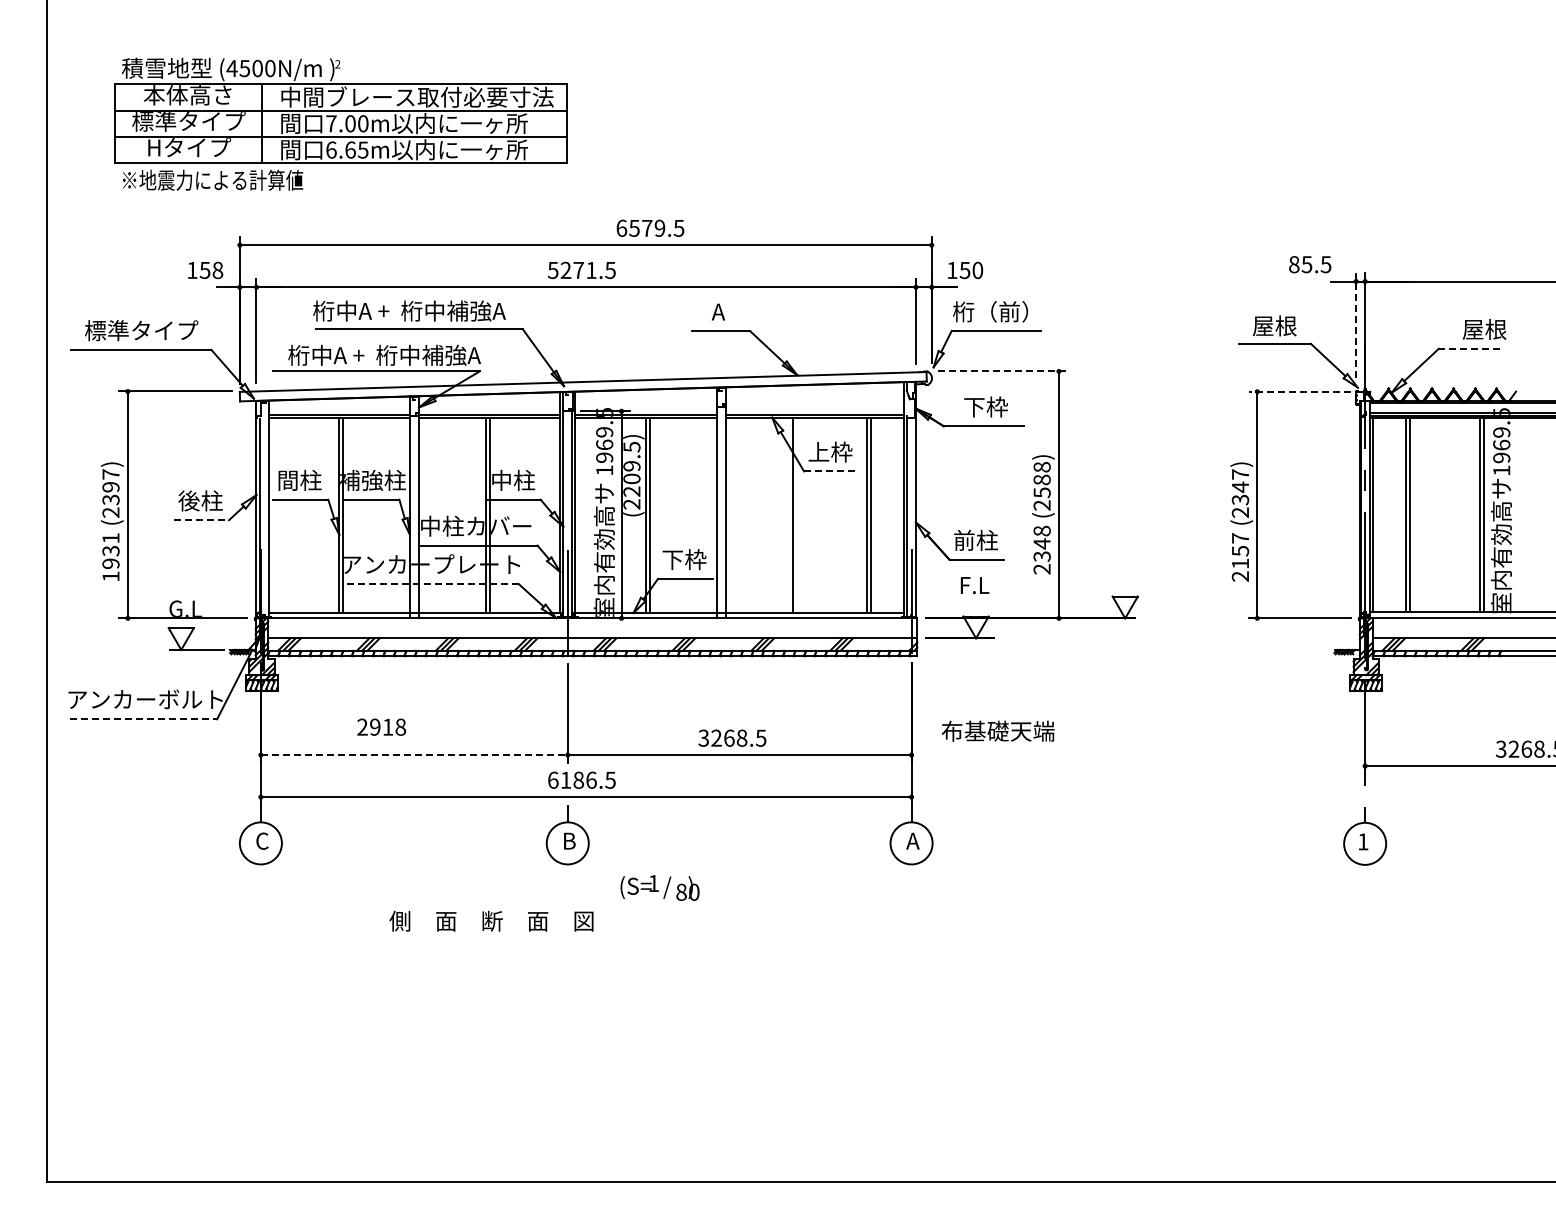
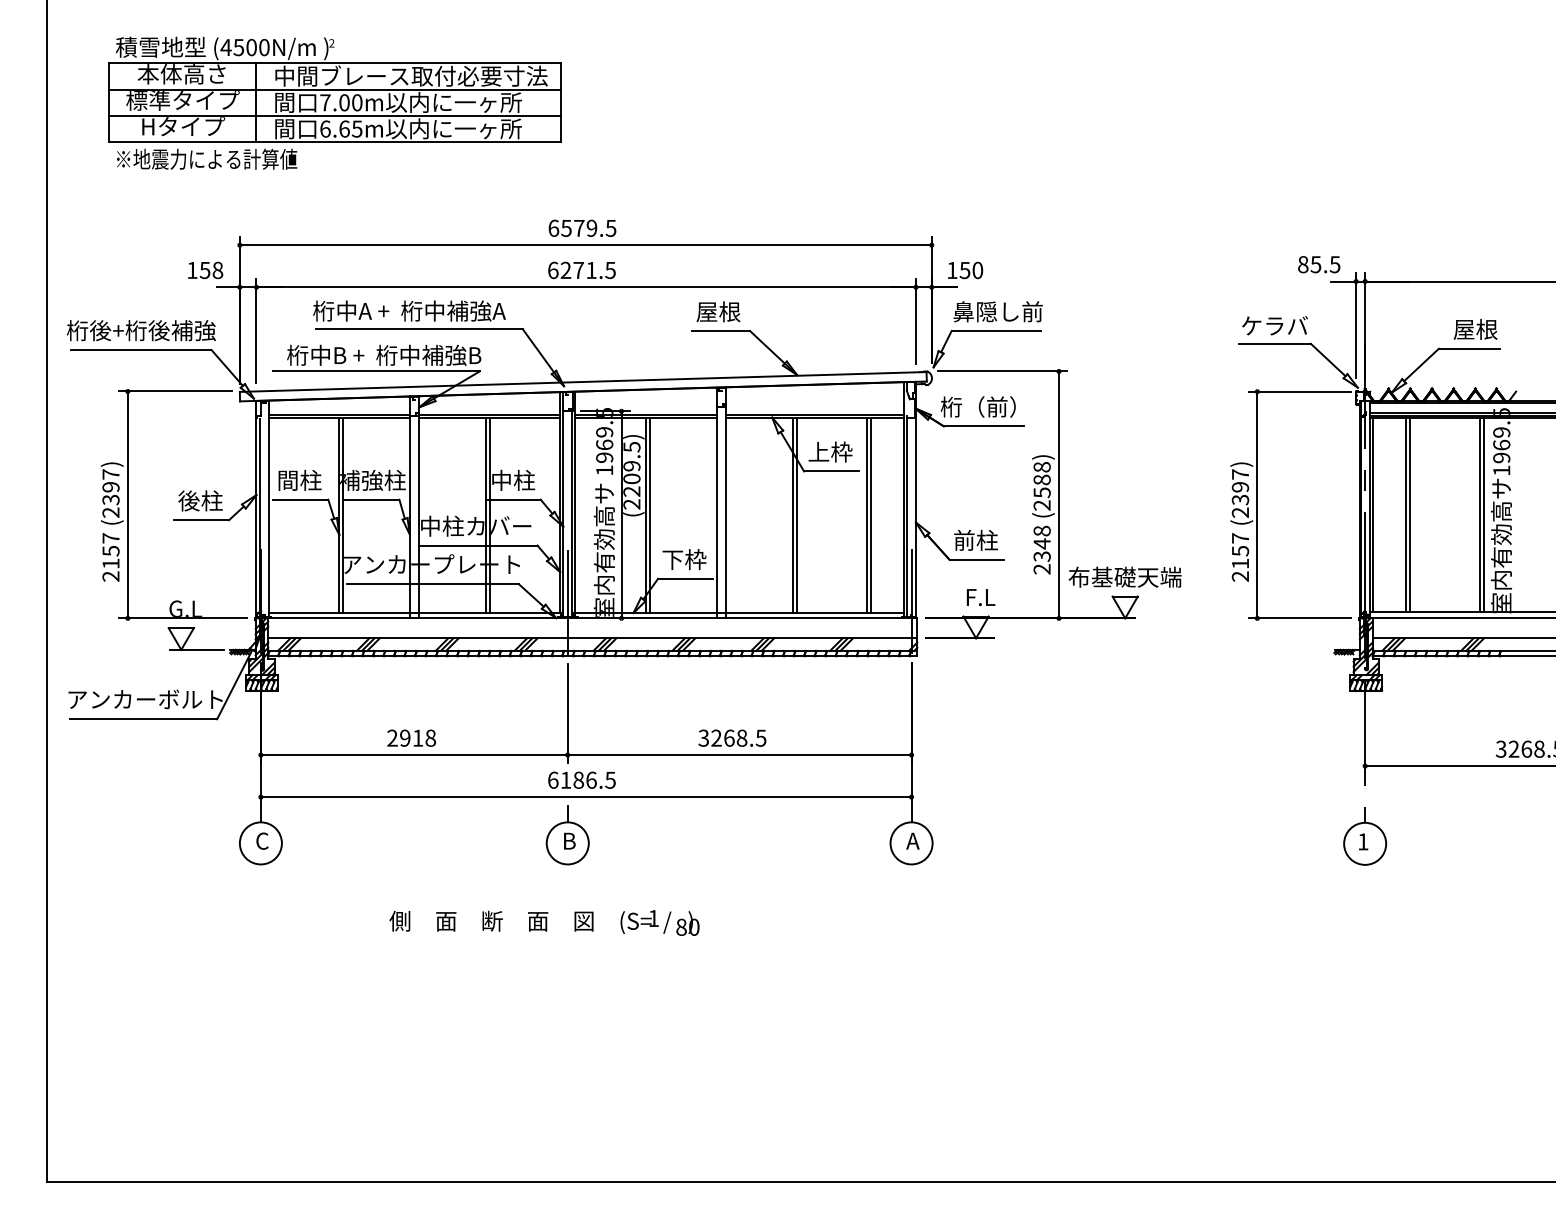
part at (340, 123) position: (340, 123) -> (334, 102)
text at (650, 227) position: (650, 227) -> (582, 227)
text at (1310, 264) position: (1310, 264) -> (1319, 264)
text at (552, 270): 5271.5 -> 6271.5
text at (718, 311): A -> 屋根
text at (997, 311): 桁（前） -> 鼻隠し前
text at (1274, 325): 屋根 -> ケラバ
line at (1356, 325): dashed -> solid
text at (1484, 329) position: (1484, 329) -> (1475, 329)
text at (141, 330): 標準タイプ -> 桁後+桁後補強
line at (1469, 348): dashed -> solid
text at (384, 354): 桁中A +  桁中補強A -> 桁中B +  桁中補強B
line at (1002, 371): dashed -> solid
line at (1299, 391): dashed -> solid
text at (977, 406): 下枠 -> 桁（前）
line at (831, 471): dashed -> solid
text at (1240, 487): (2347) -> (2397)
line at (796, 515): none -> present
line at (202, 520): dashed -> solid
text at (110, 557): 1931 -> 2157
line at (433, 584): dashed -> solid
text at (974, 585) position: (974, 585) -> (980, 597)
line at (143, 719): dashed -> solid
text at (381, 726) position: (381, 726) -> (411, 737)
text at (997, 730) position: (997, 730) -> (1124, 576)
line at (414, 755): dashed -> solid
text at (659, 887) position: (659, 887) -> (659, 922)
